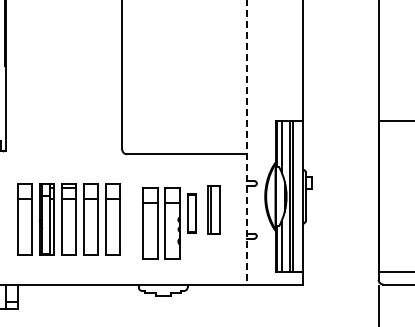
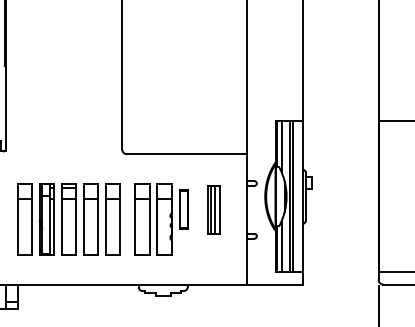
line at (247, 142): dashed -> solid
line at (214, 209): none -> present
part at (169, 223) position: (169, 223) -> (161, 219)
